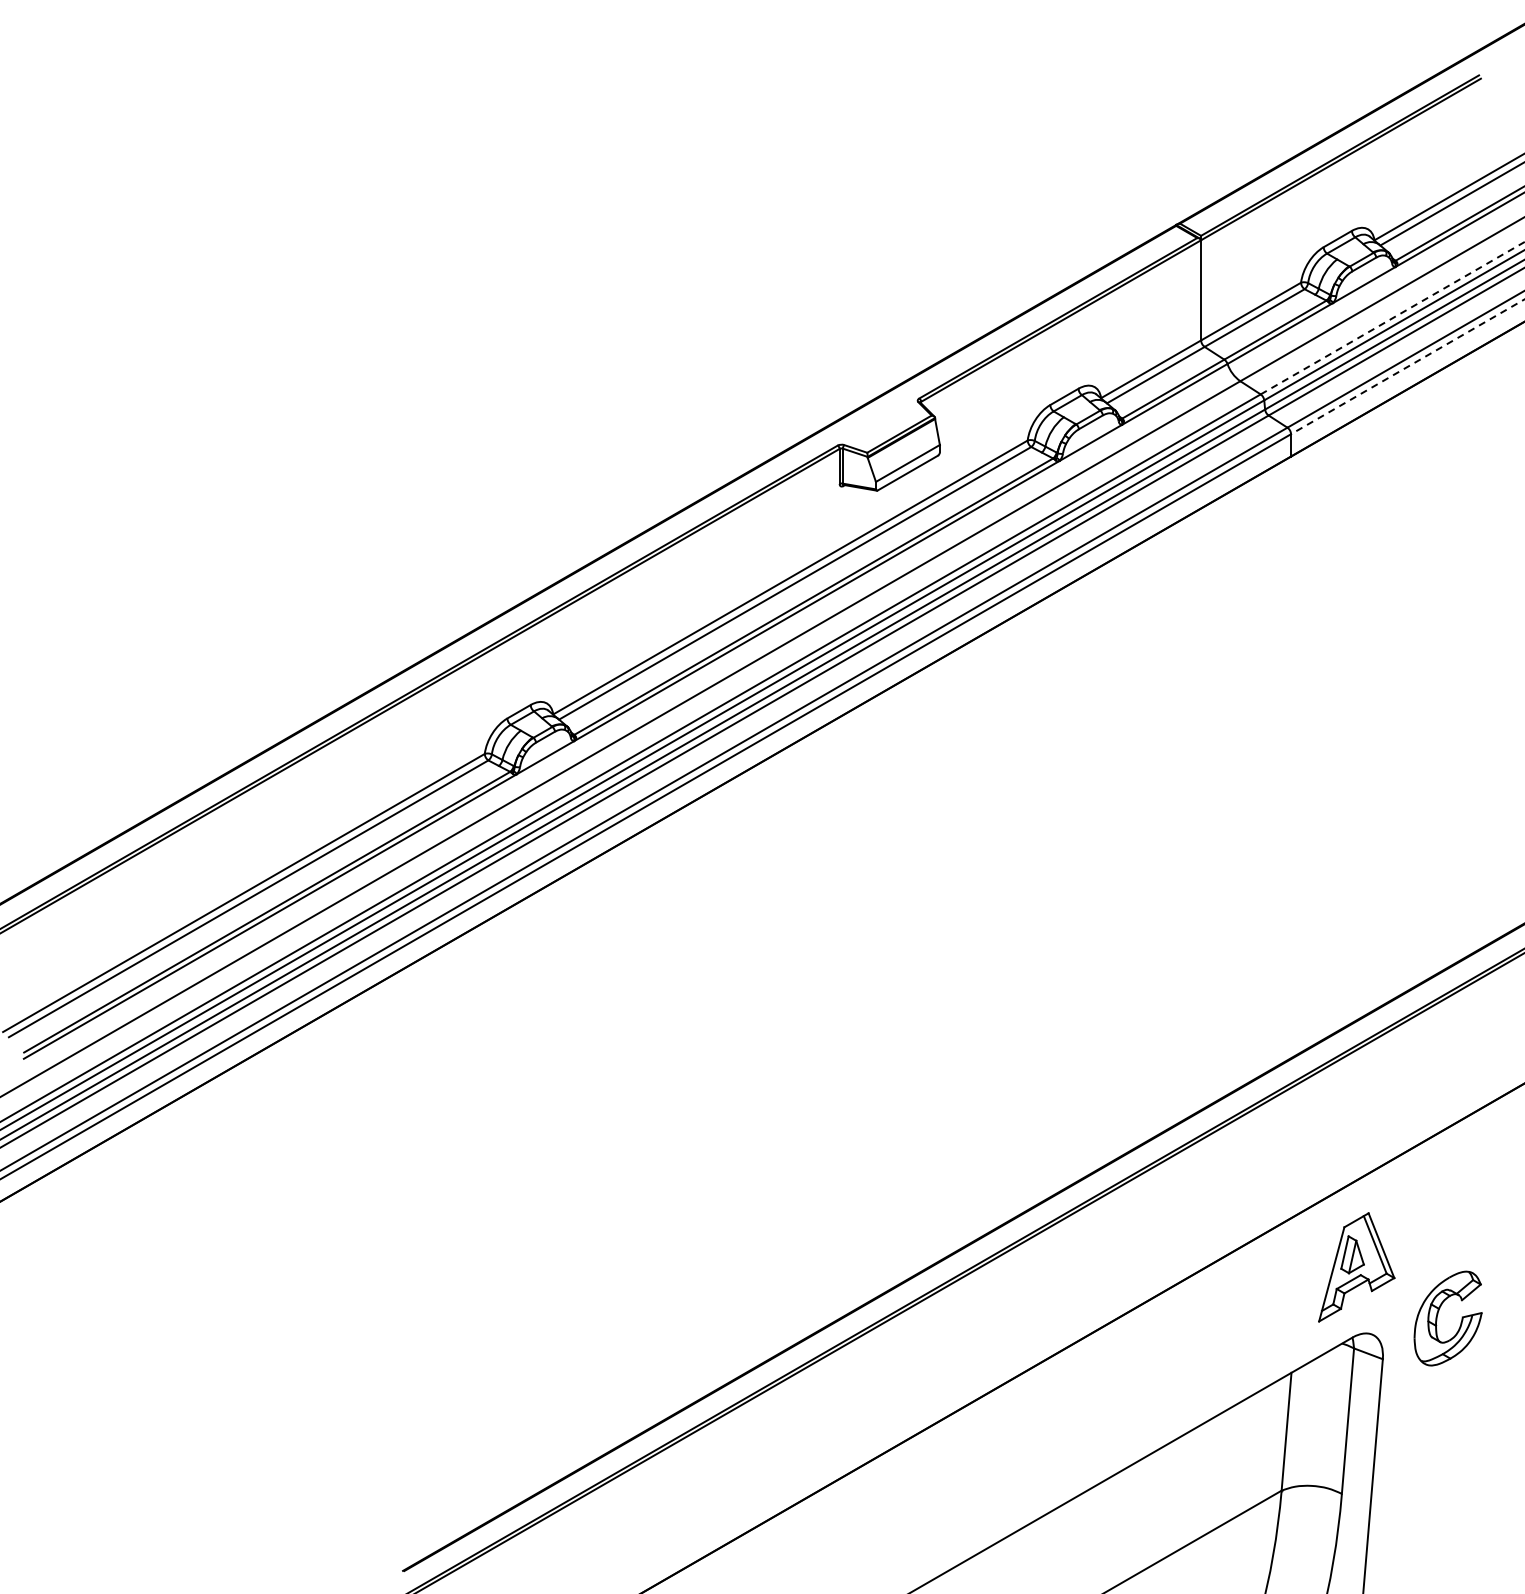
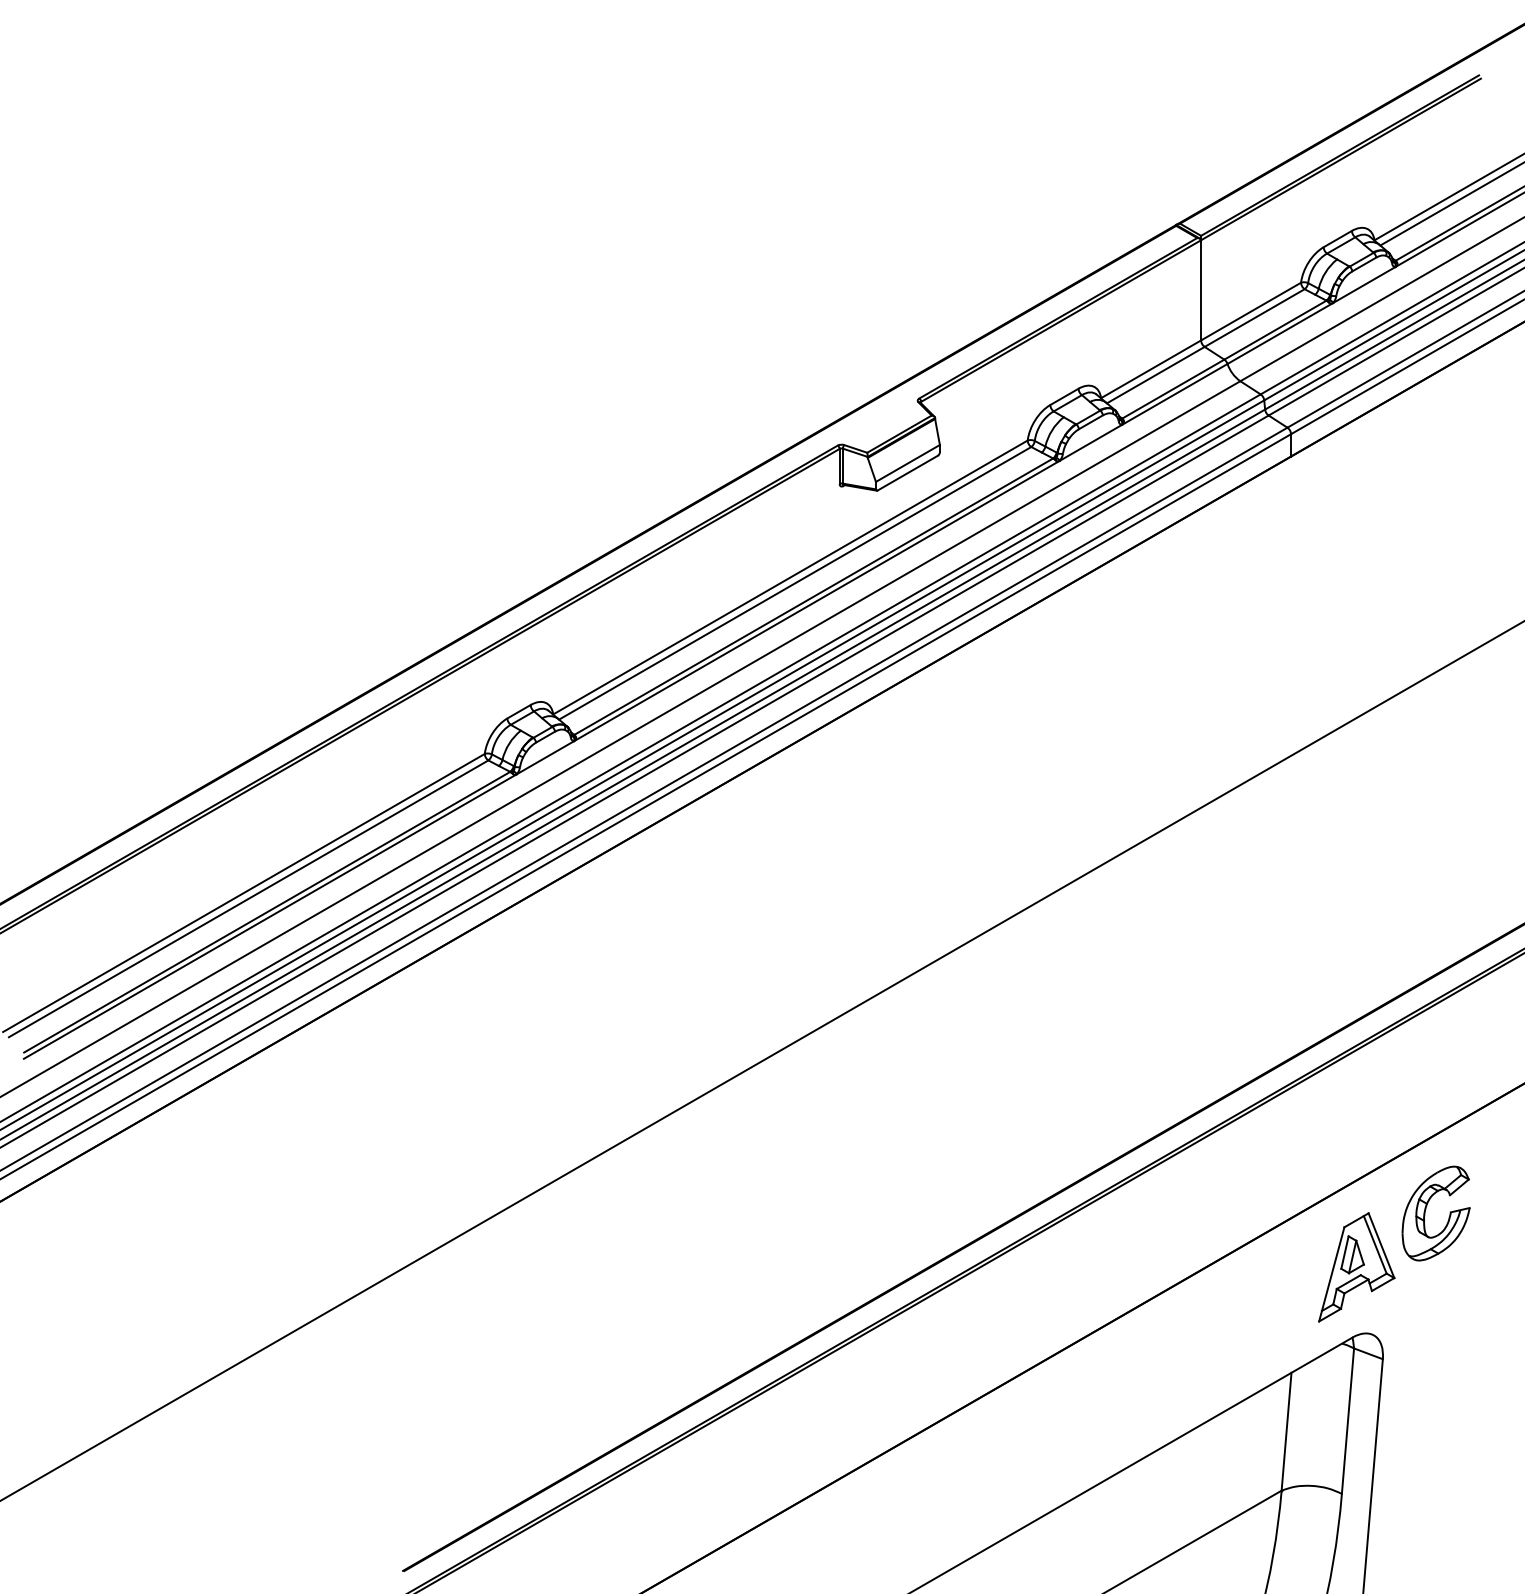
line at (1393, 317): dashed -> solid
line at (1407, 366): dashed -> solid
line at (761, 1060): none -> present
part at (1438, 1314) position: (1438, 1314) -> (1426, 1209)
